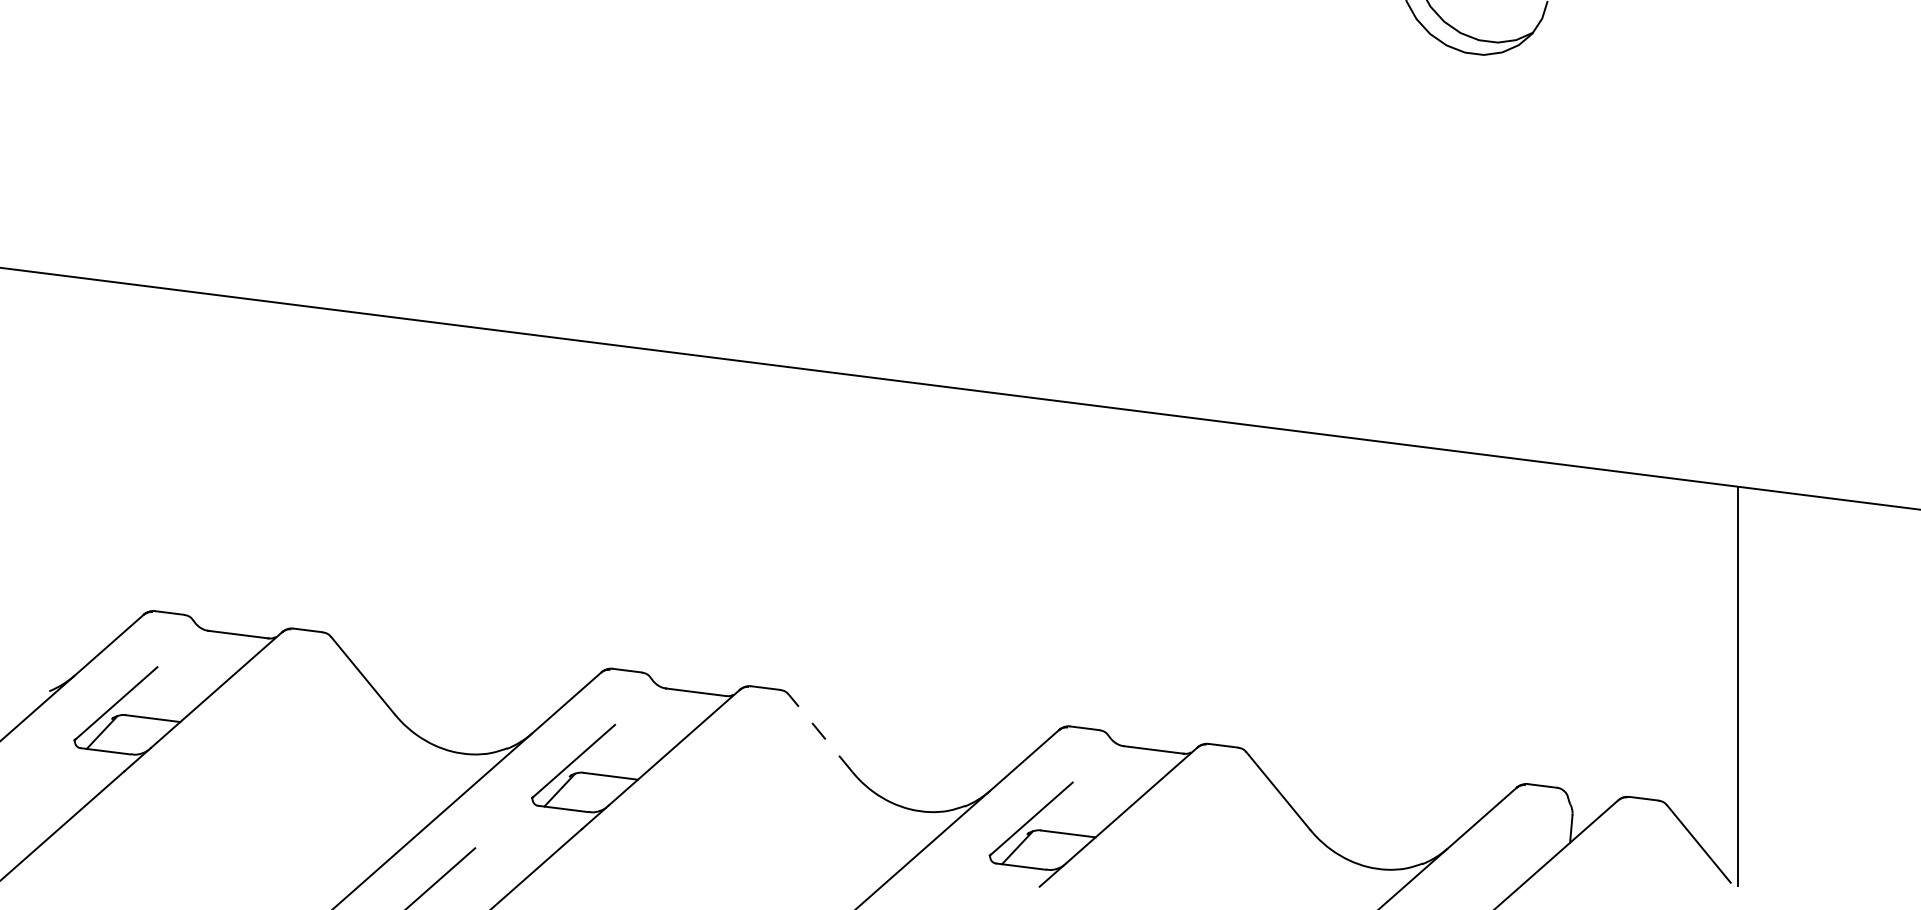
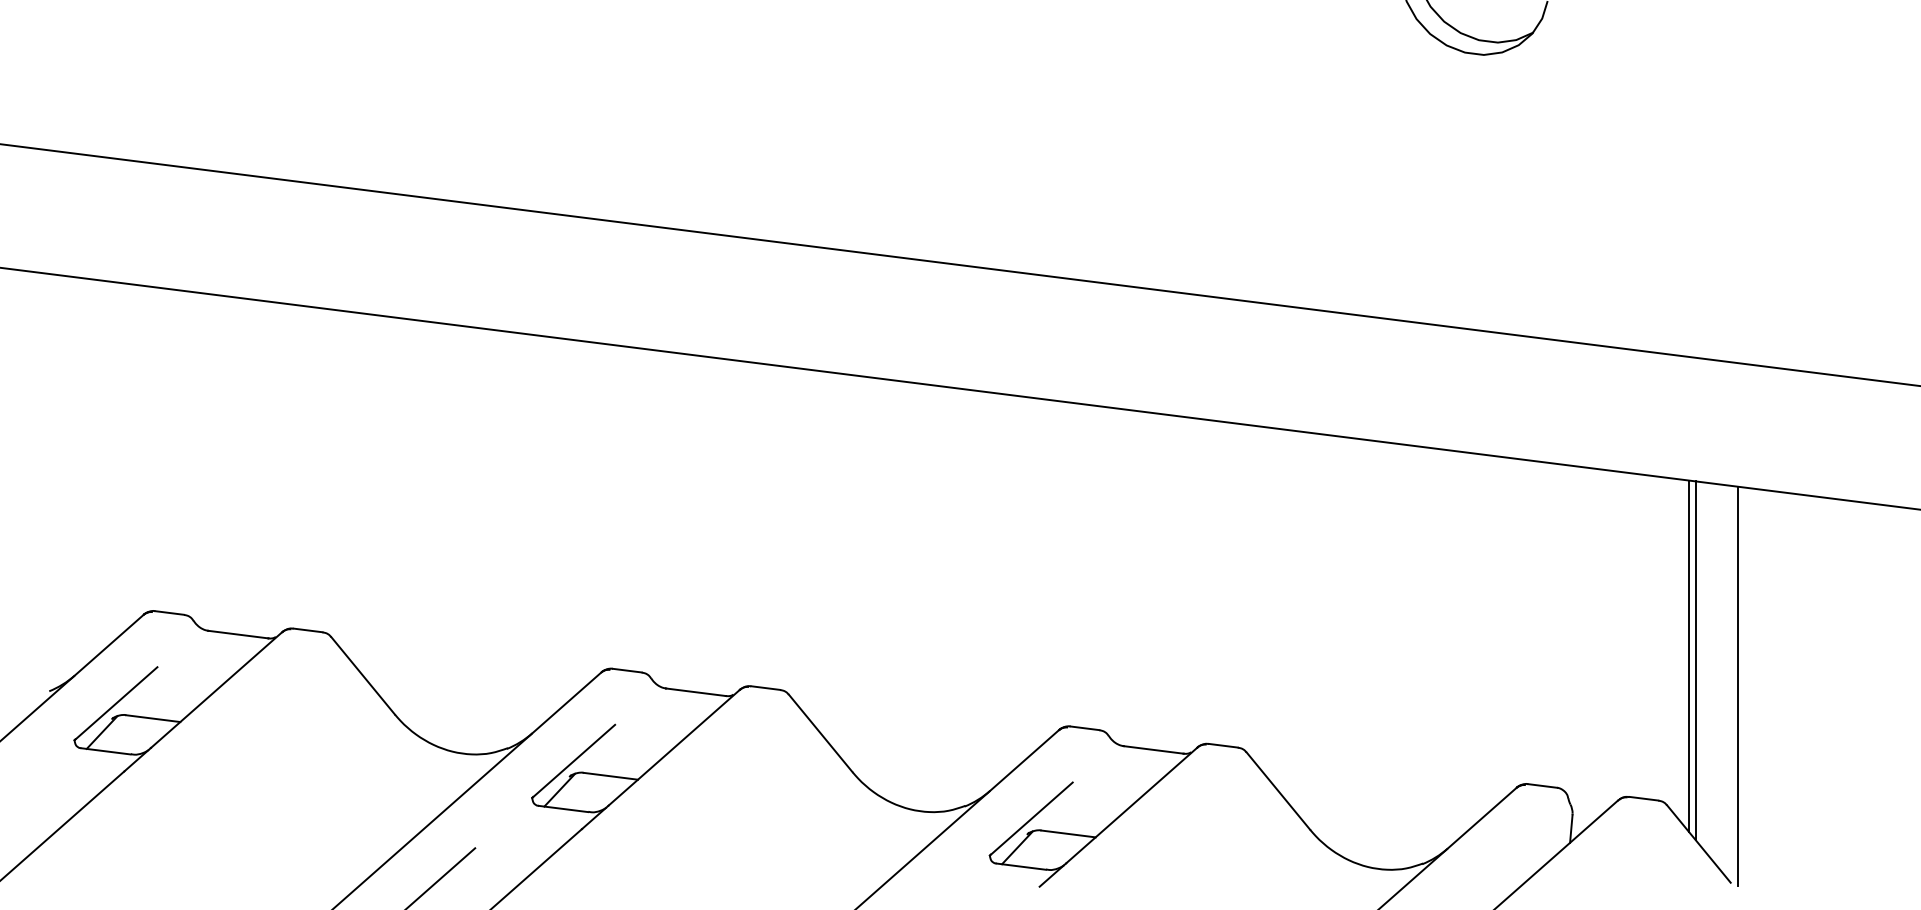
line at (959, 264): none -> present
line at (1688, 655): none -> present
line at (1695, 660): none -> present
line at (820, 733): dashed -> solid
